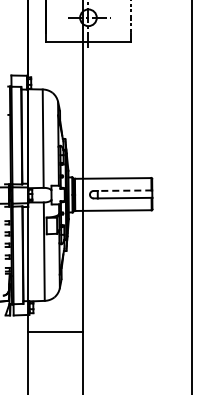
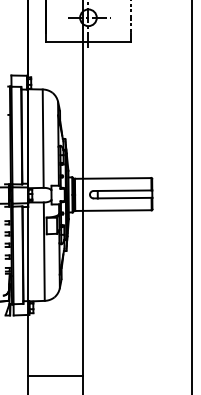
line at (124, 190): dashed -> solid
line at (54, 331) position: (54, 331) -> (54, 375)
